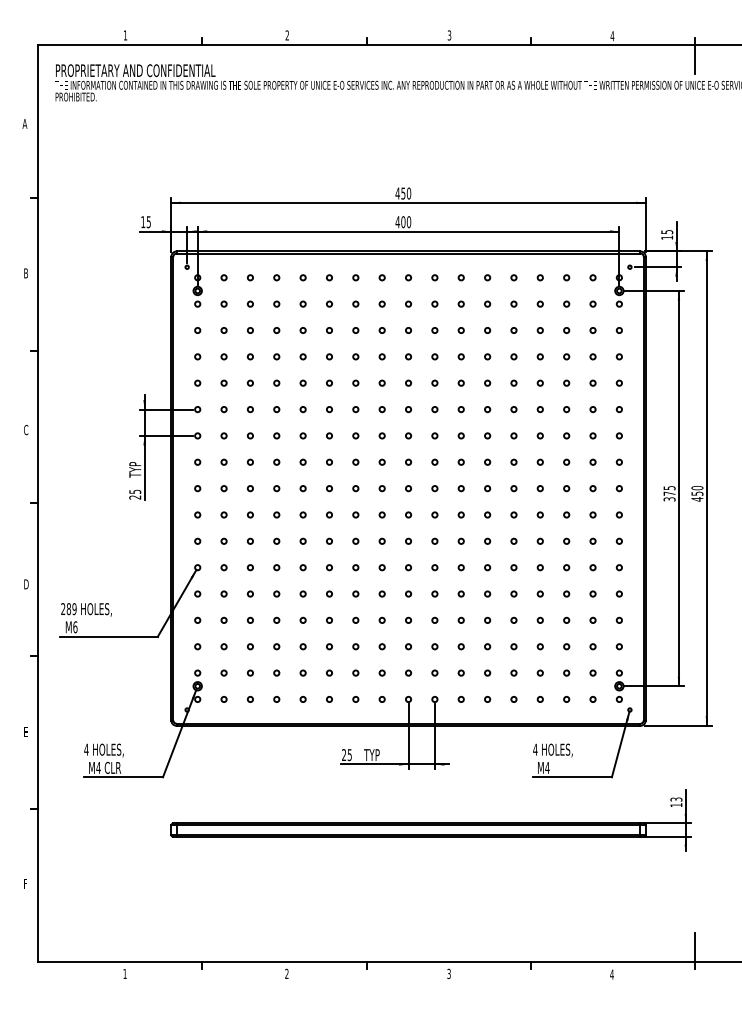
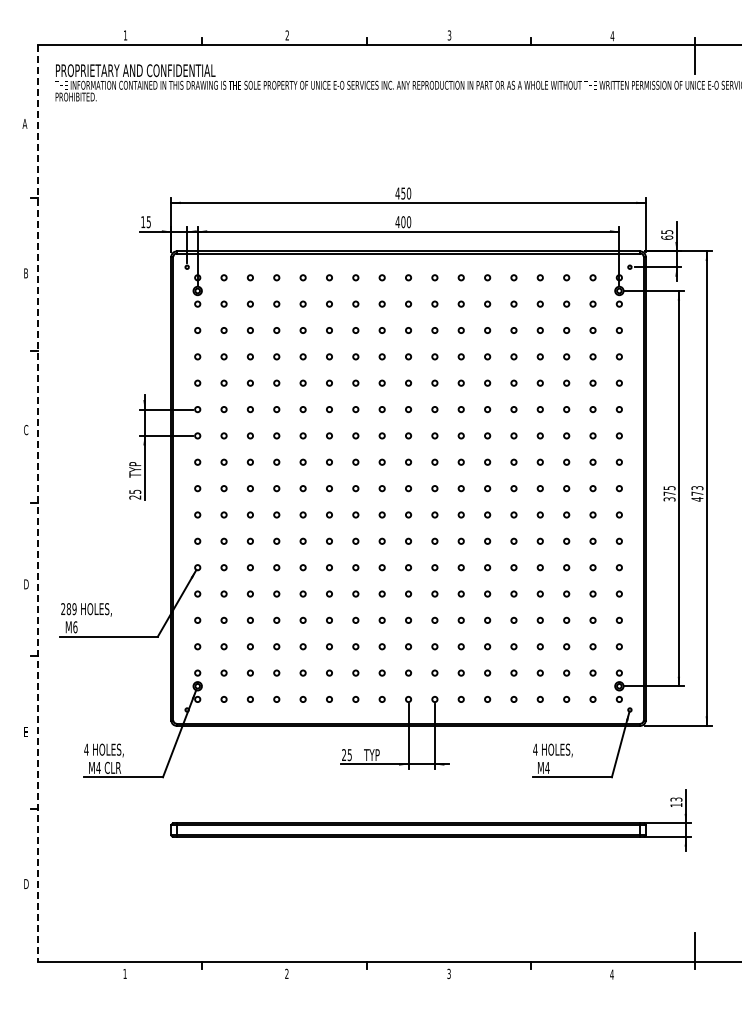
text at (667, 237): 15 -> 65
text at (697, 490): 450 -> 473
line at (38, 503): solid -> dashed
text at (26, 883): F -> D
